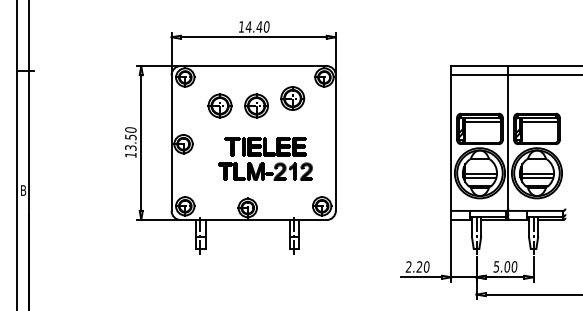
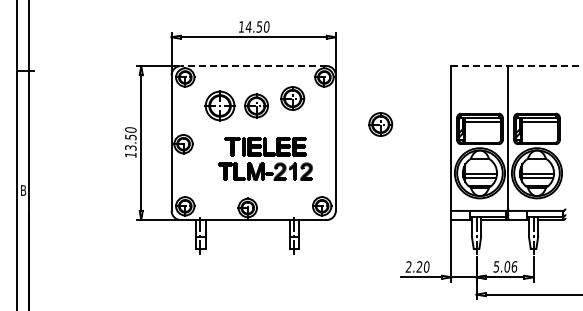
text at (259, 26): 14.40 -> 14.50
line at (253, 66): solid -> dashed
line at (517, 66): solid -> dashed
line at (515, 75): present -> none
part at (219, 105) size: 26x26 px -> 32x32 px
part at (380, 124): none -> present
text at (514, 266): 5.00 -> 5.06
